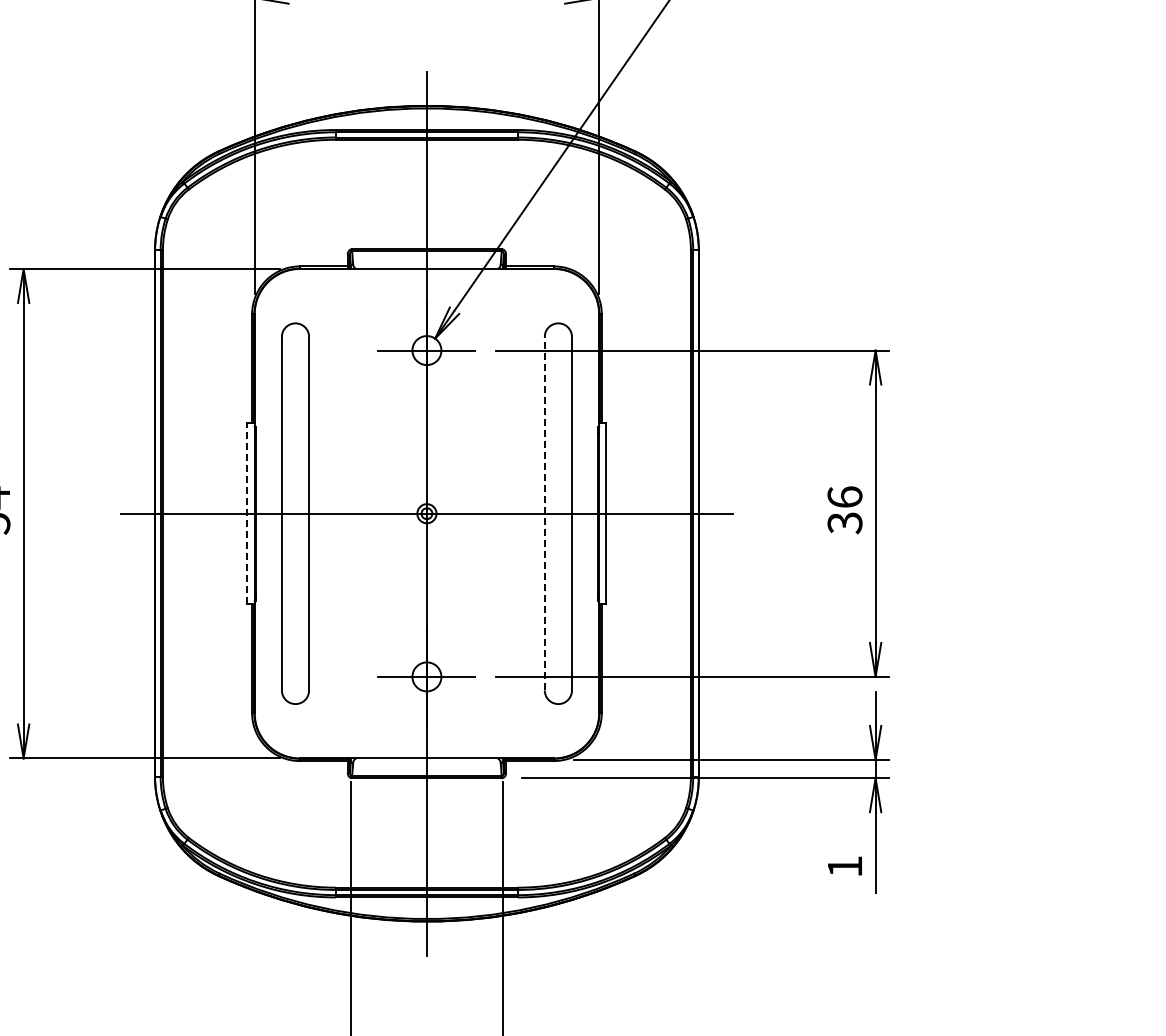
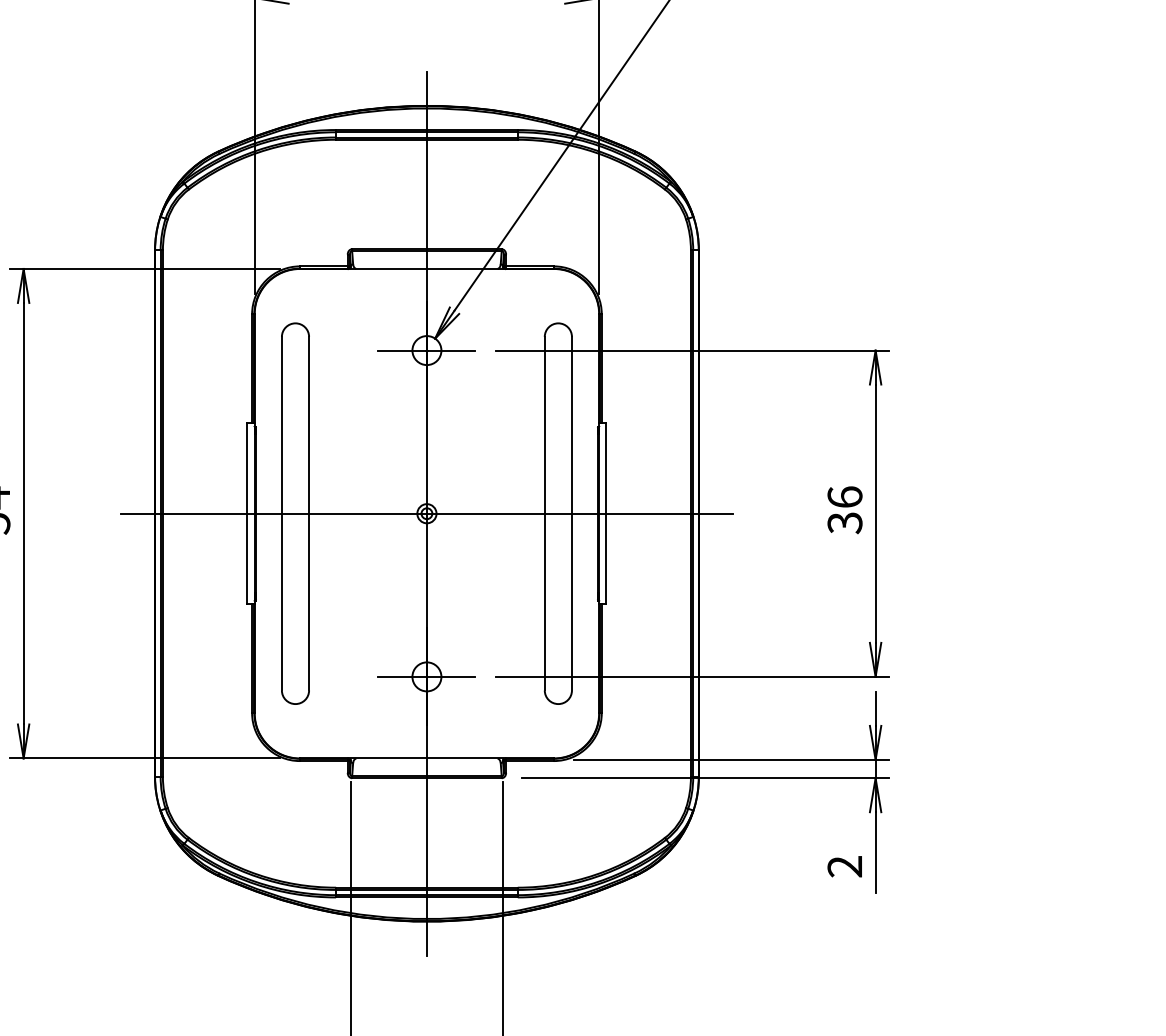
line at (247, 513): dashed -> solid
line at (544, 513): dashed -> solid
text at (844, 866): 1 -> 2
